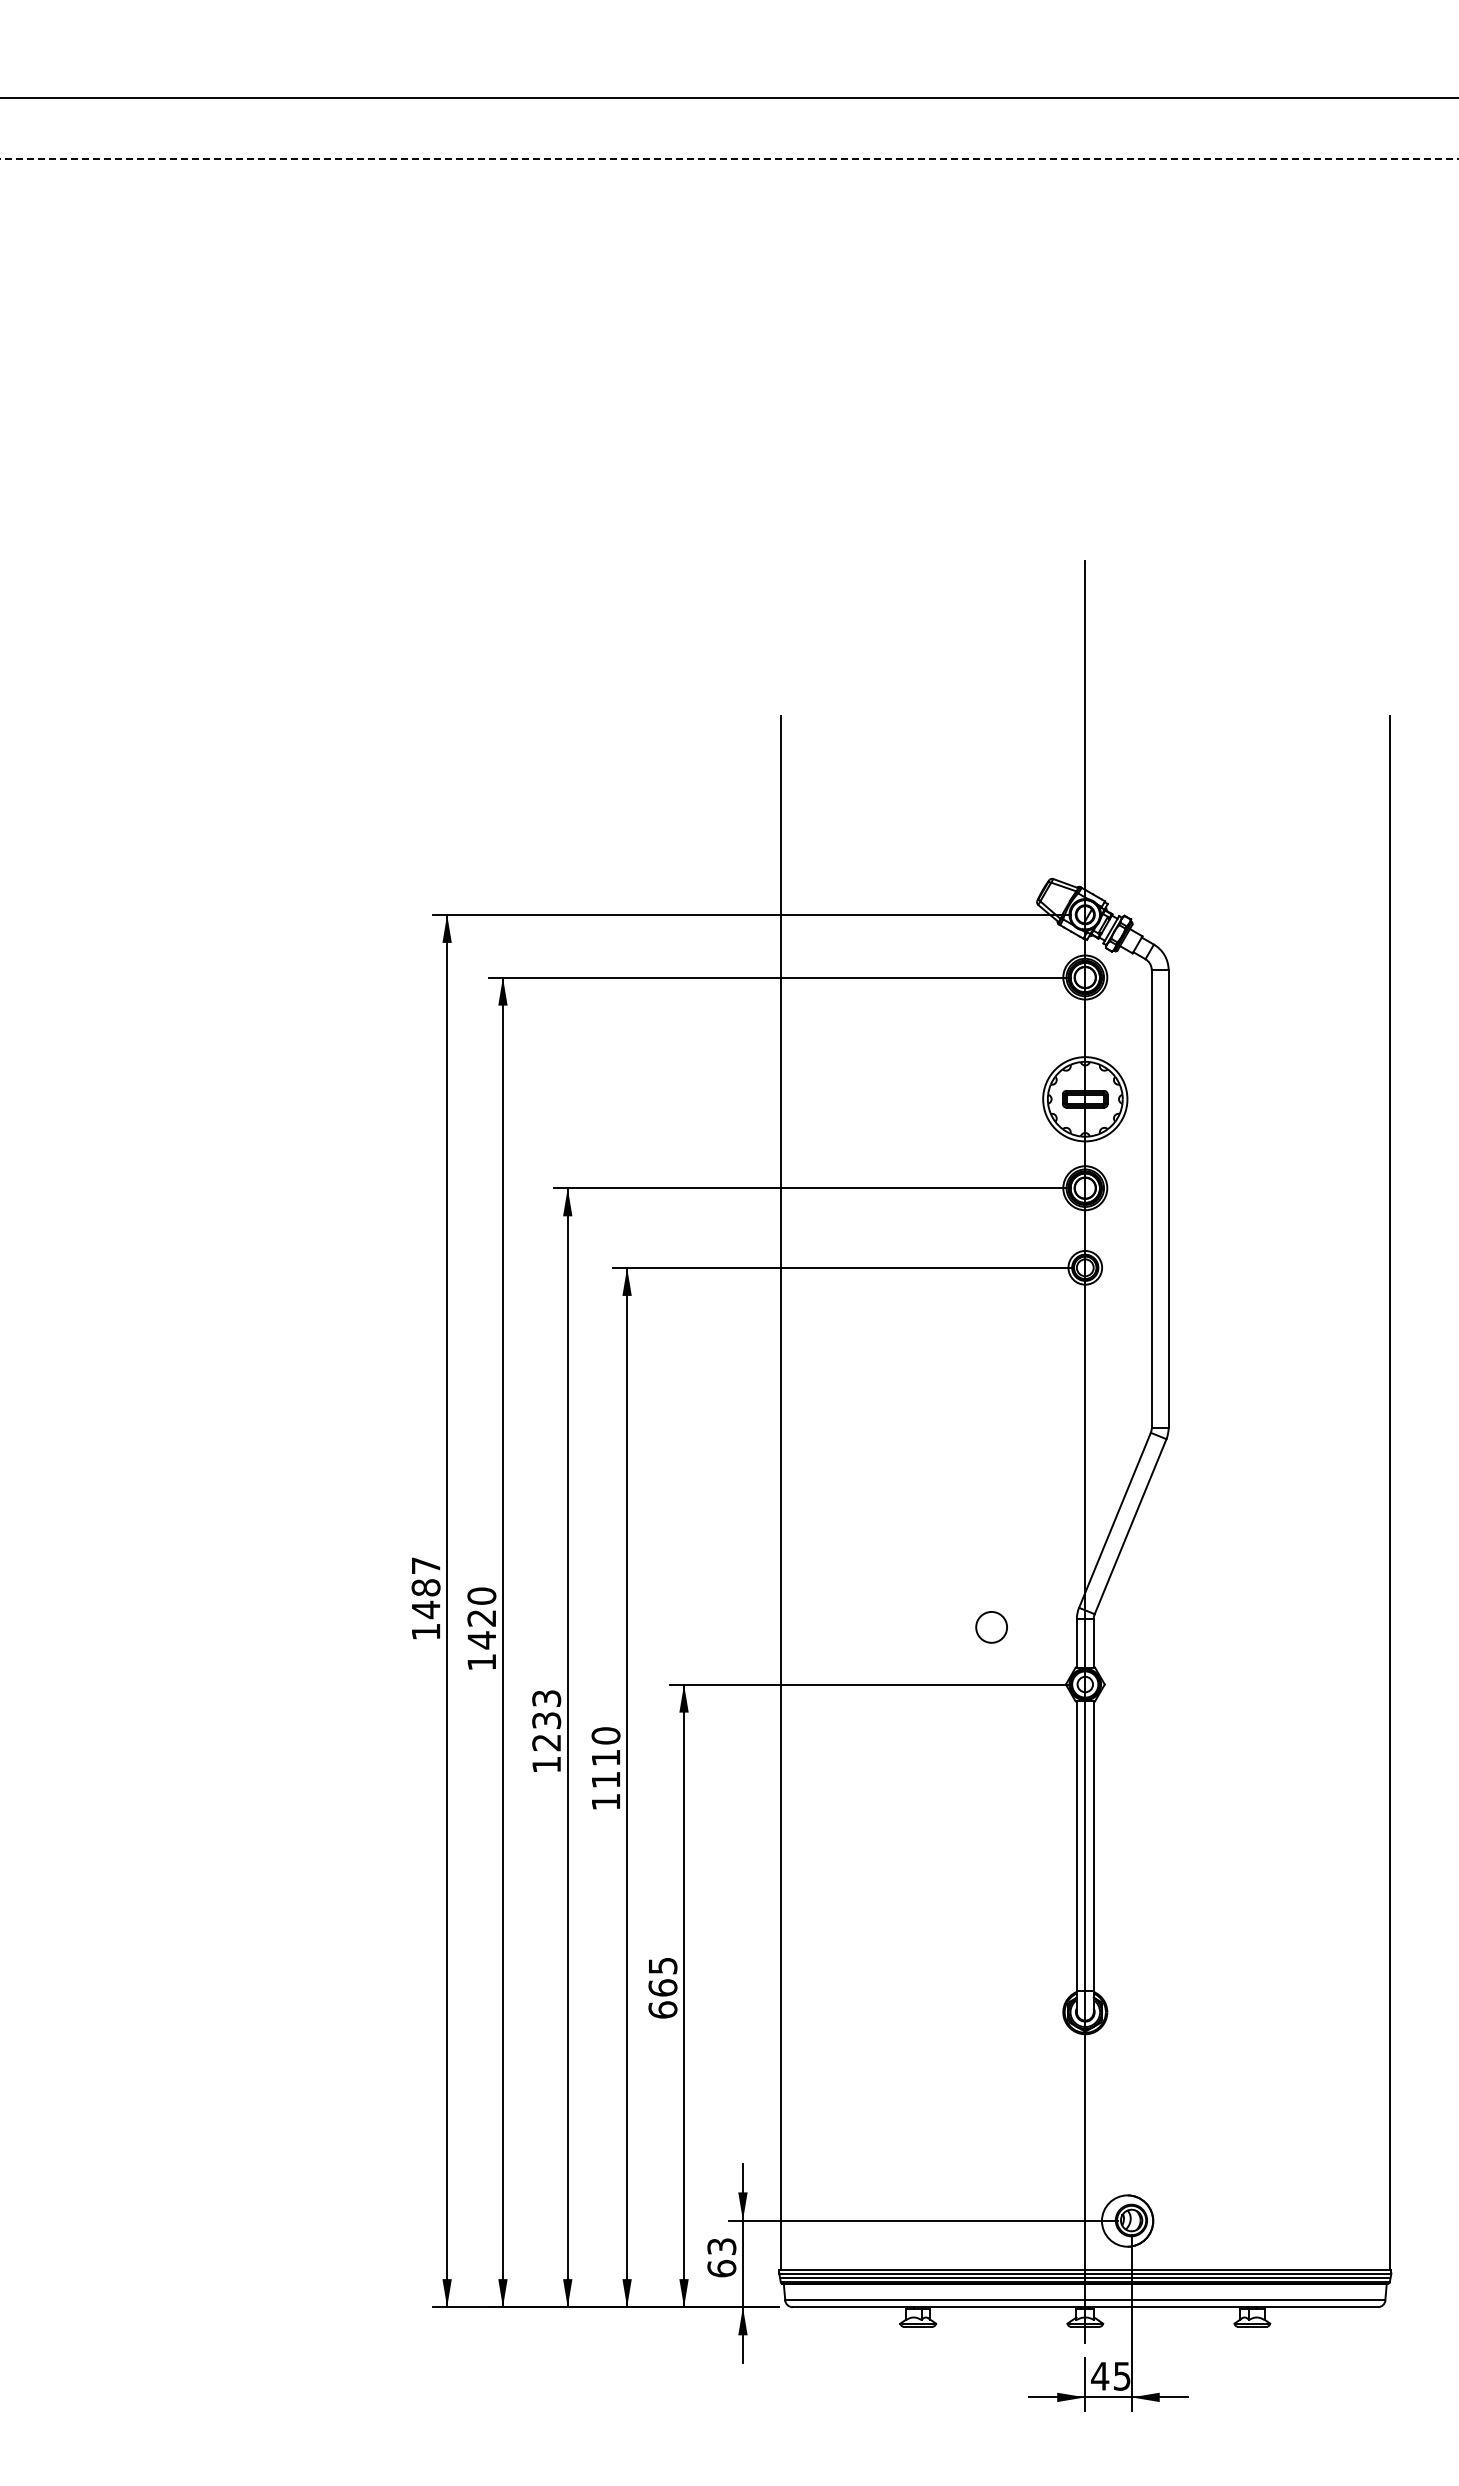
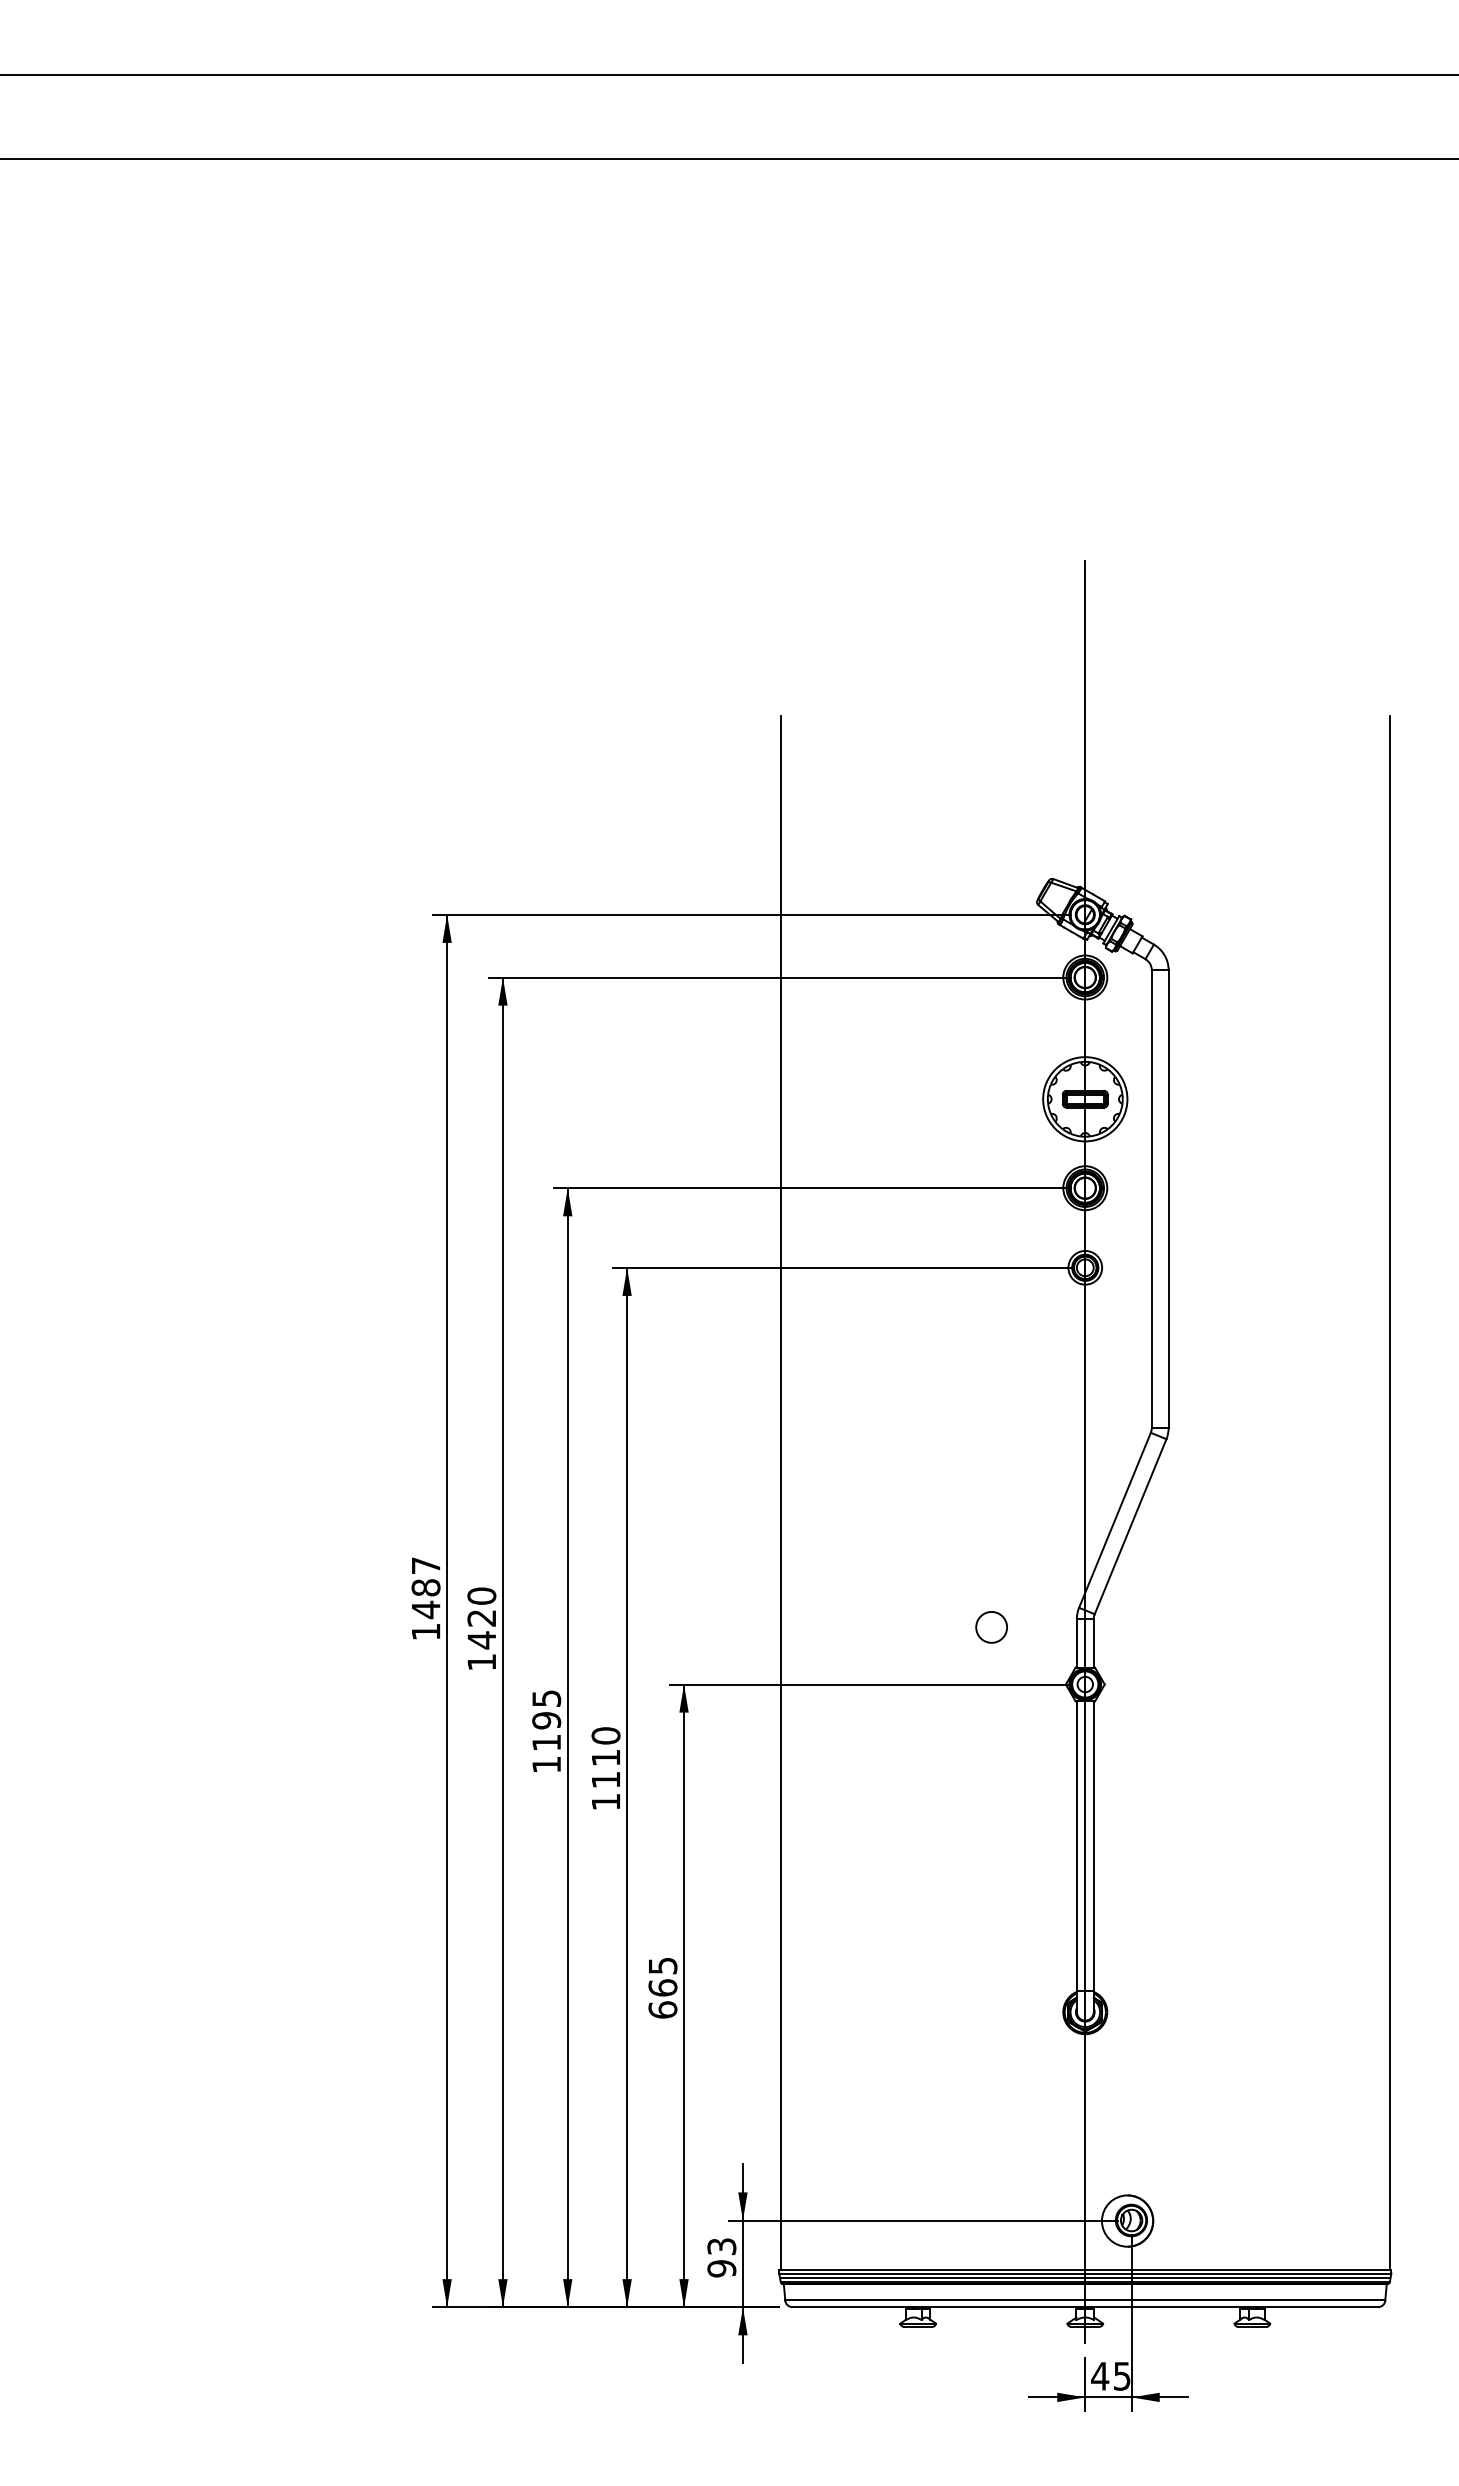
line at (728, 97) position: (728, 97) -> (728, 74)
line at (729, 158): dashed -> solid
text at (546, 1720): 1233 -> 1195
text at (721, 2268): 63 -> 93
